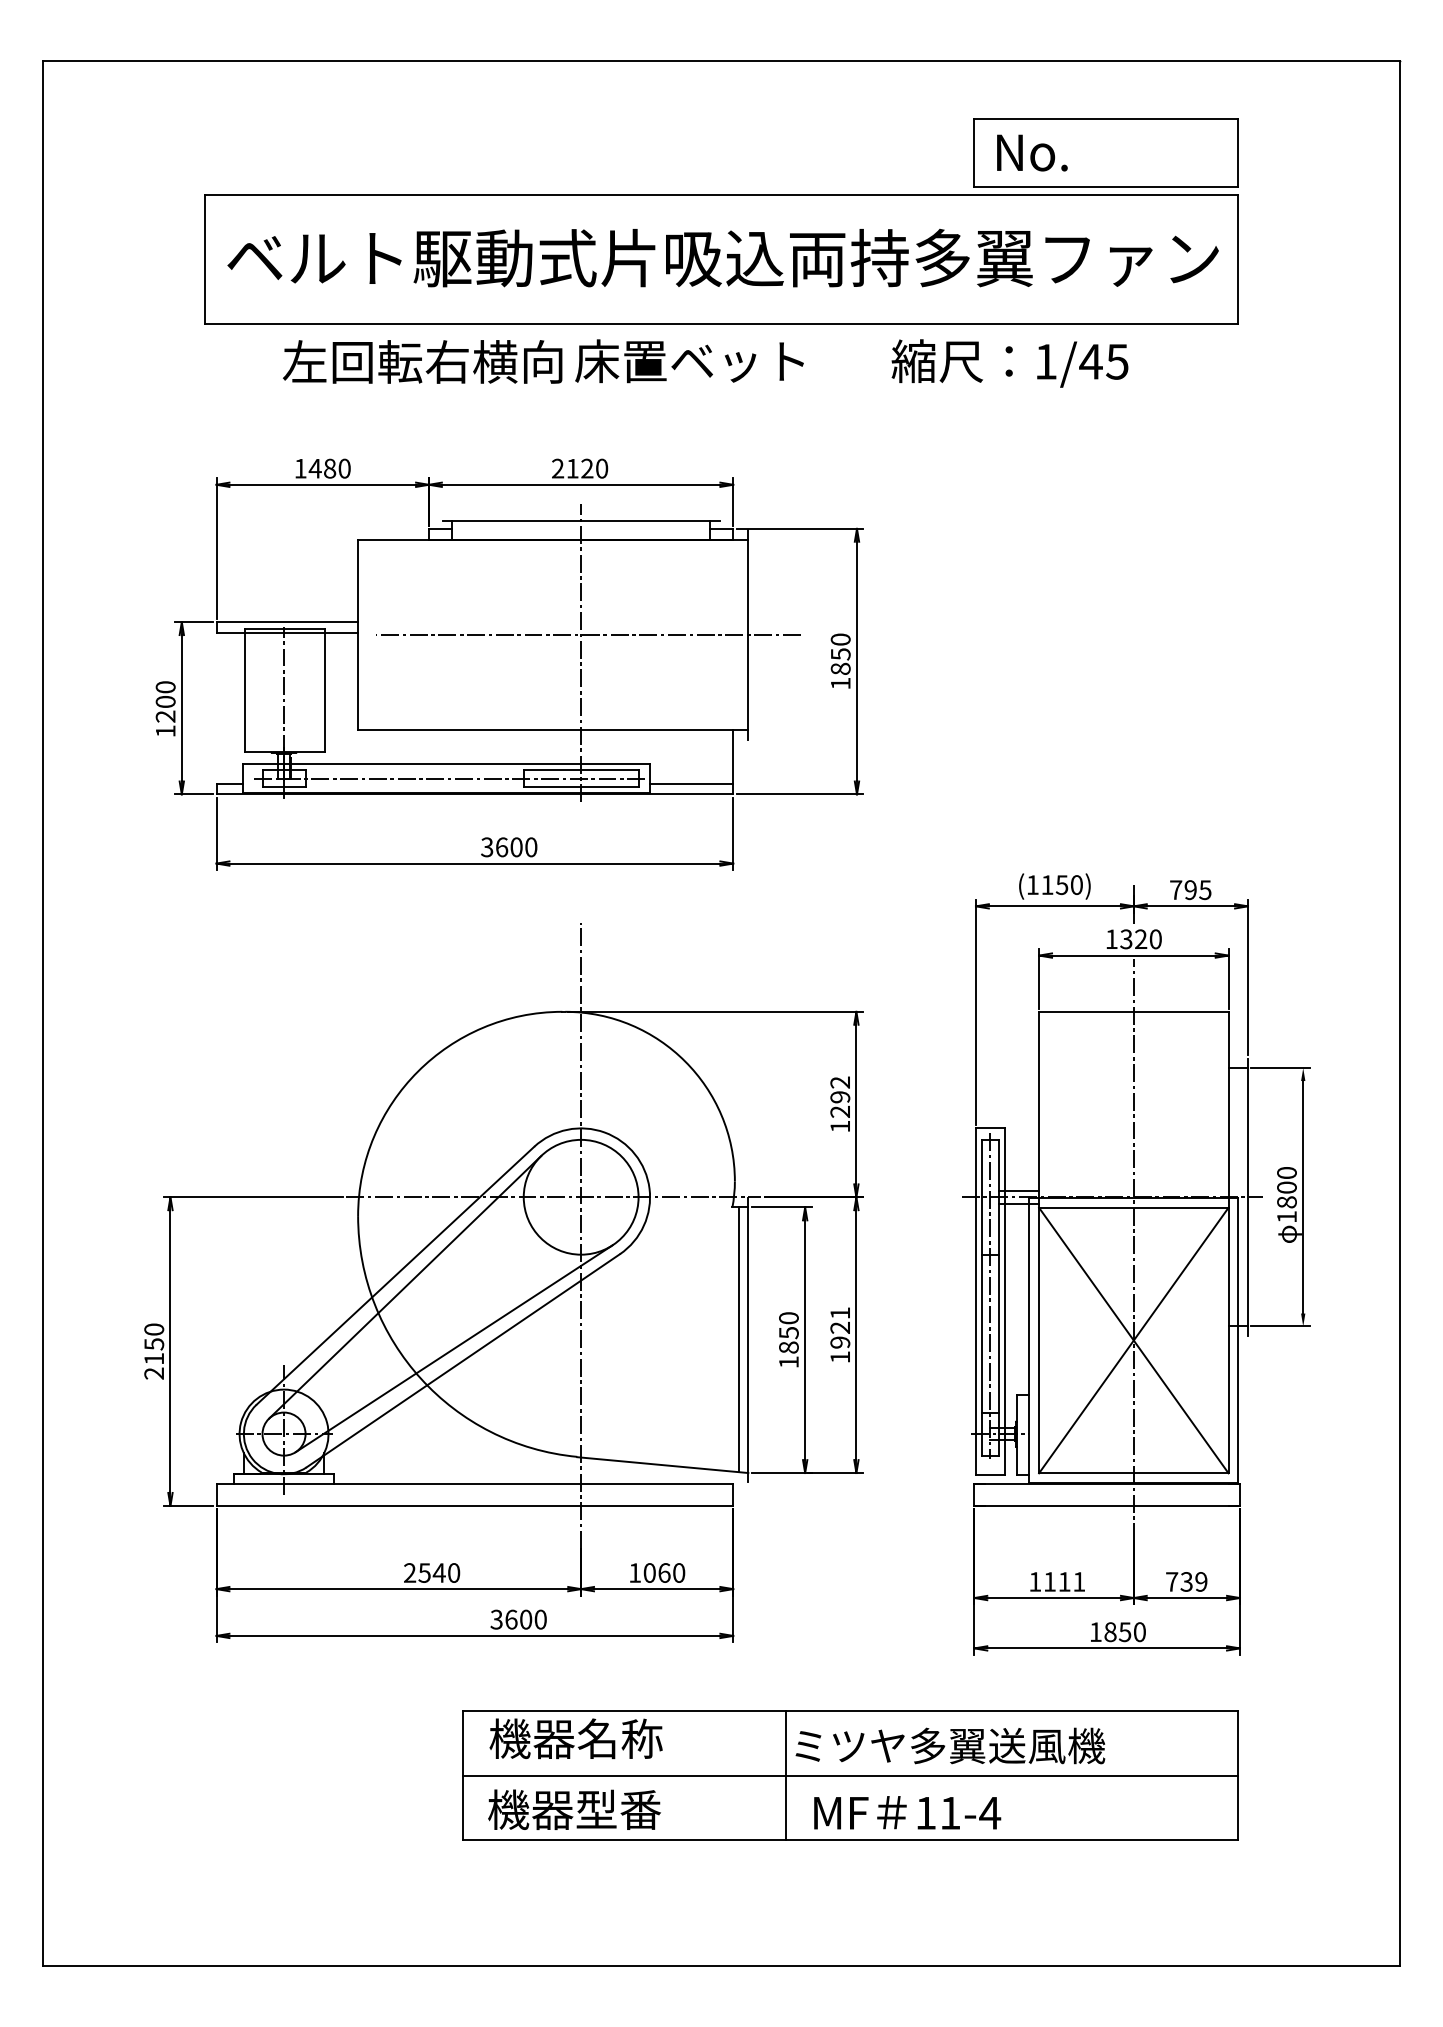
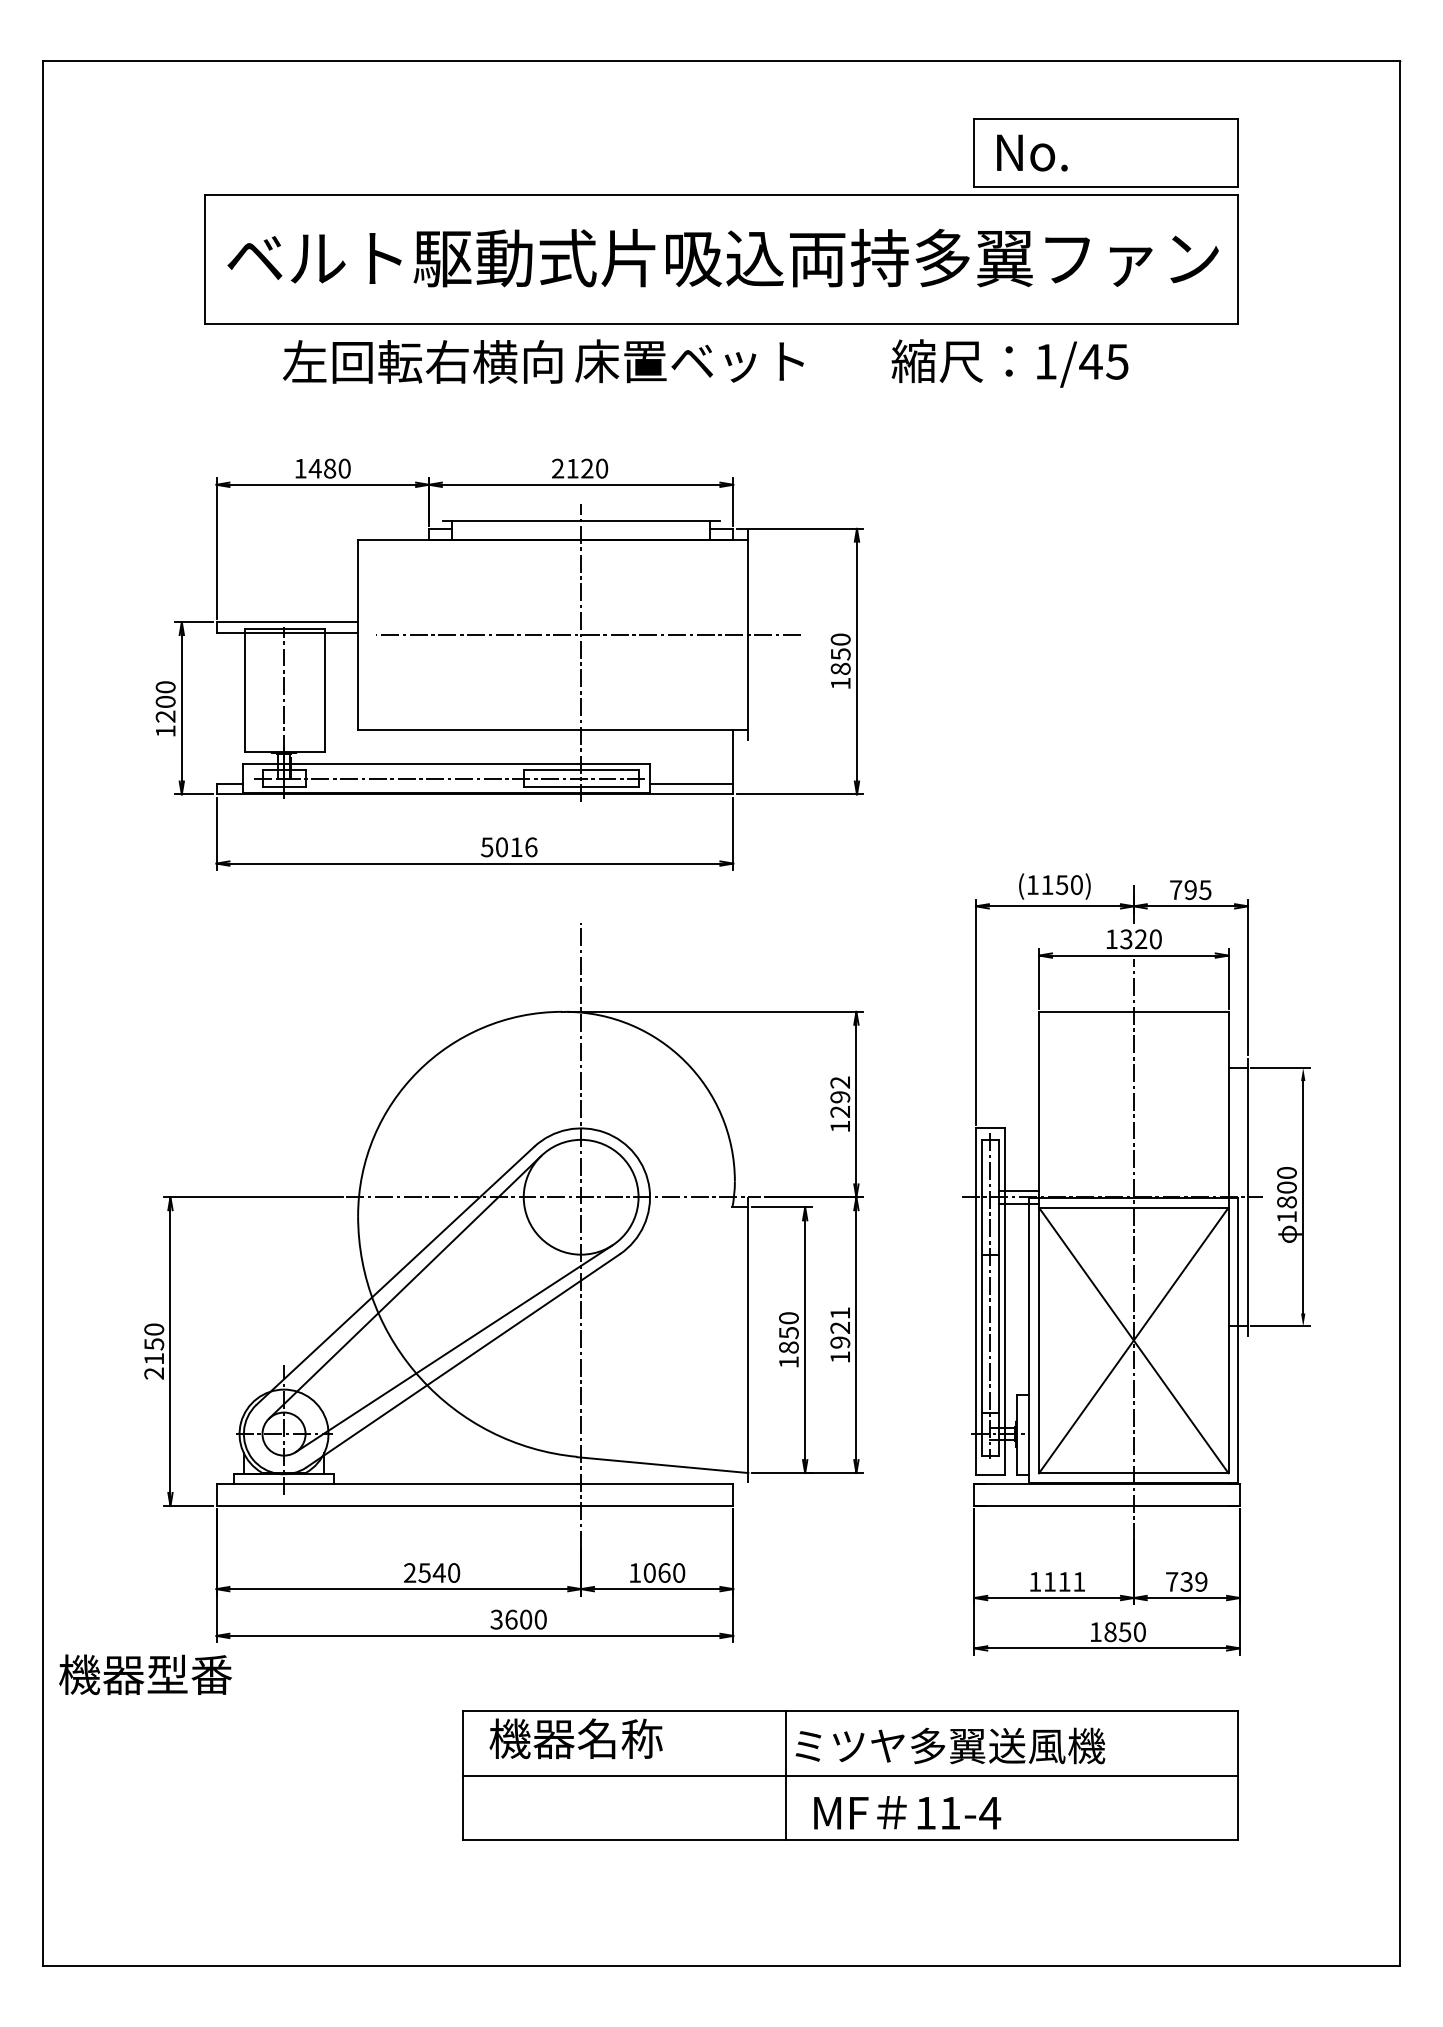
text at (509, 847): 3600 -> 5016
line at (739, 1339): present -> none
text at (574, 1809) position: (574, 1809) -> (145, 1674)
